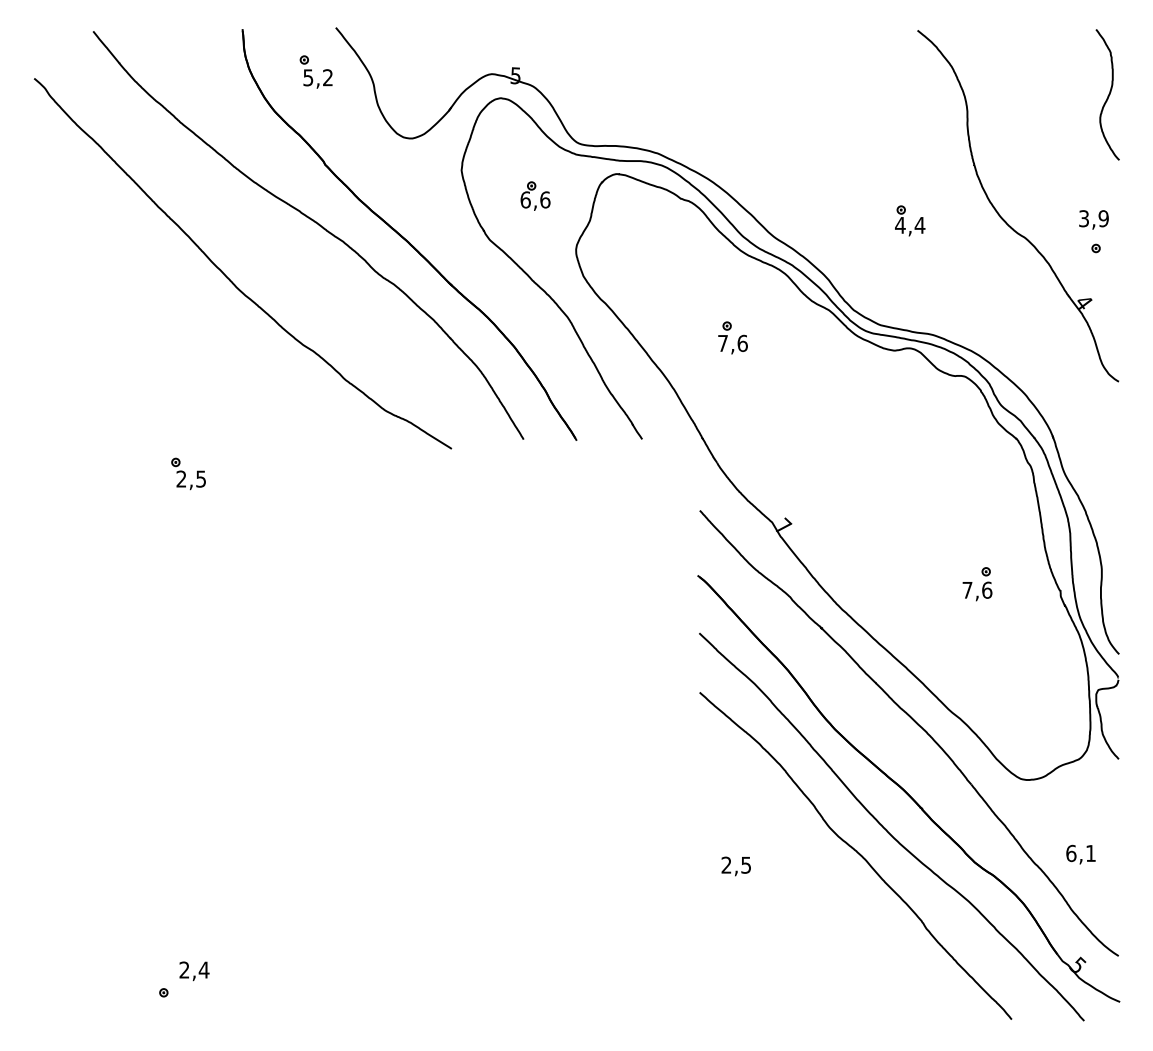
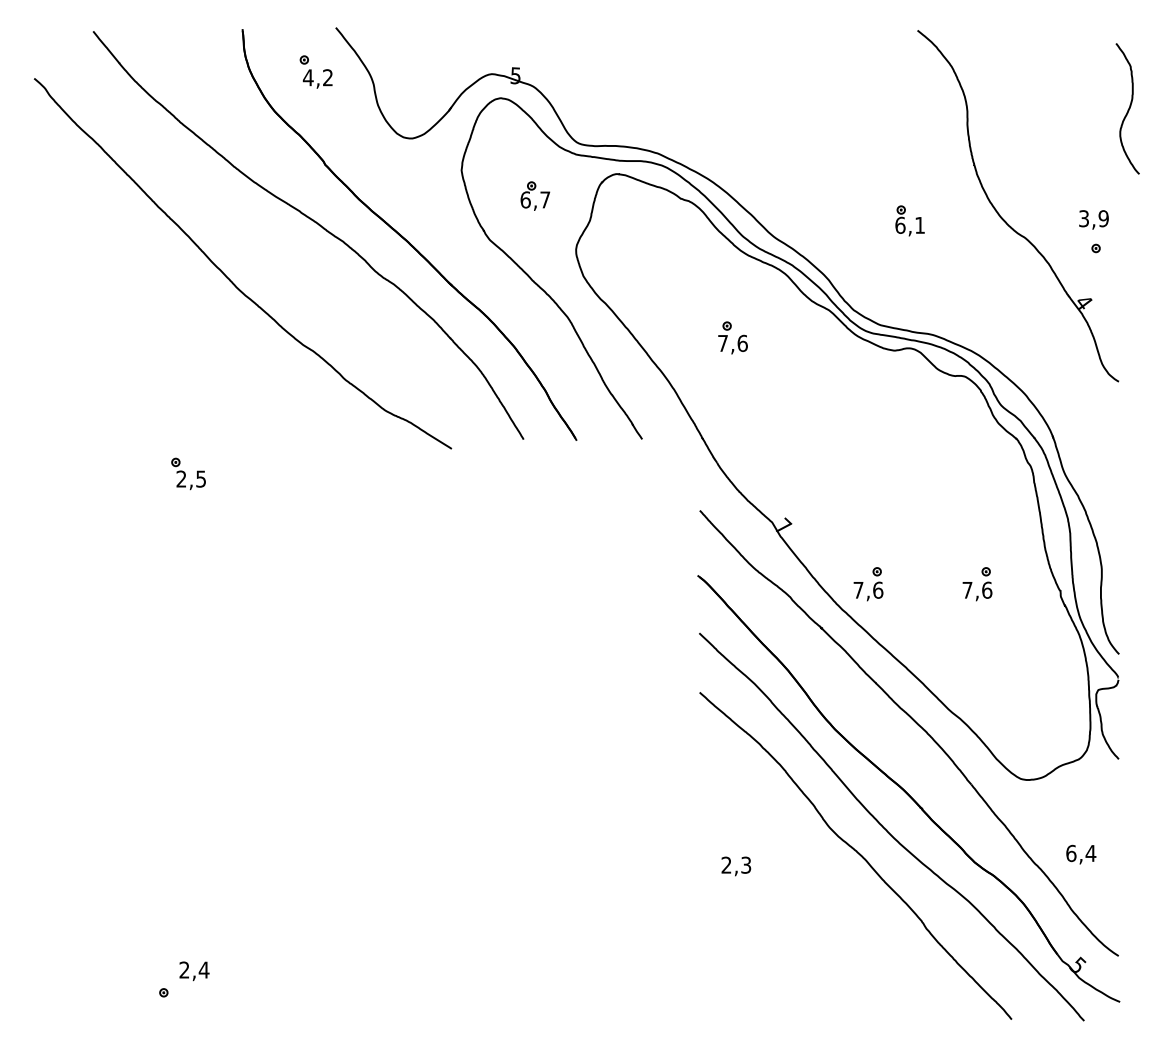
text at (307, 77): 5,2 -> 4,2
curve at (1108, 94) position: (1108, 94) -> (1128, 108)
text at (545, 199): 6,6 -> 6,7
text at (910, 224): 4,4 -> 6,1
part at (868, 584): none -> present
text at (1090, 853): 6,1 -> 6,4
text at (746, 864): 2,5 -> 2,3
